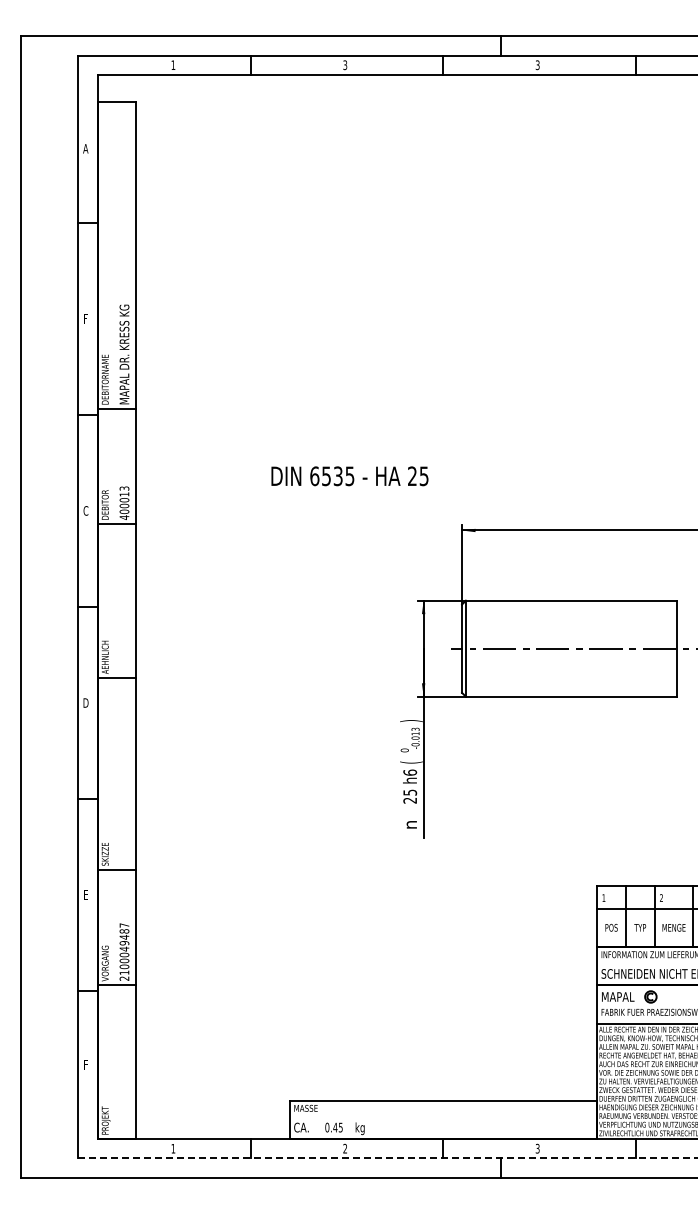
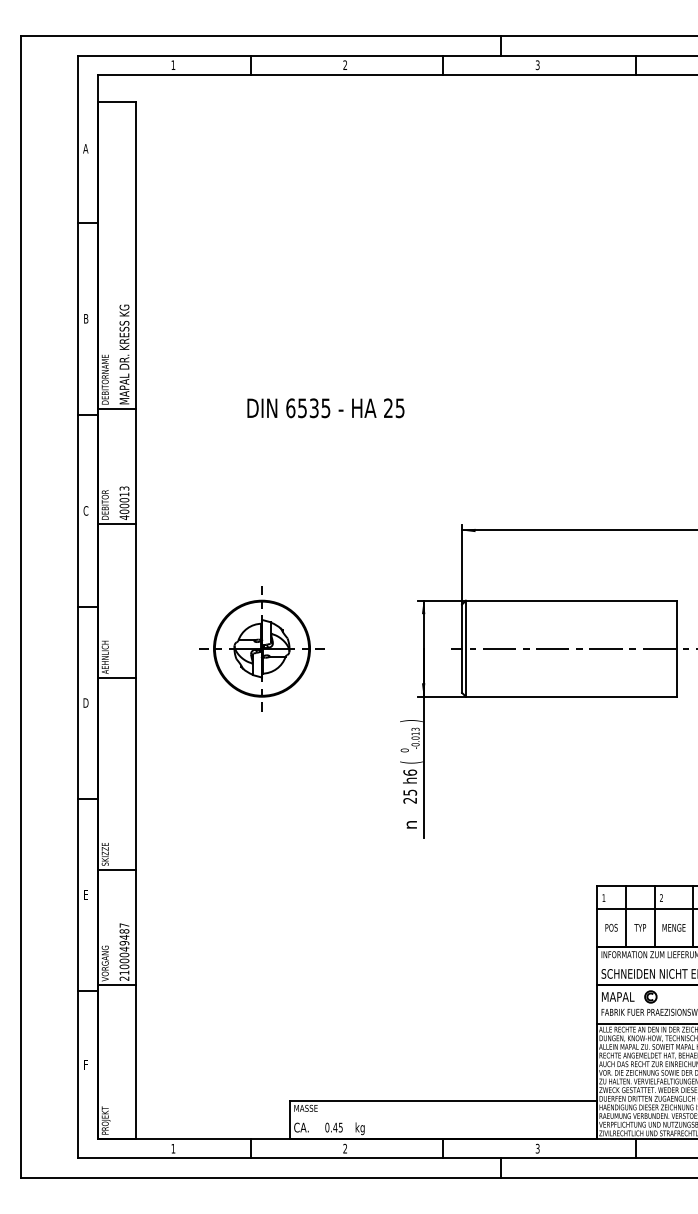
text at (345, 65): 3 -> 2
text at (86, 318): F -> B
text at (349, 476) position: (349, 476) -> (325, 408)
part at (261, 648): none -> present
line at (388, 1158): dashed -> solid
